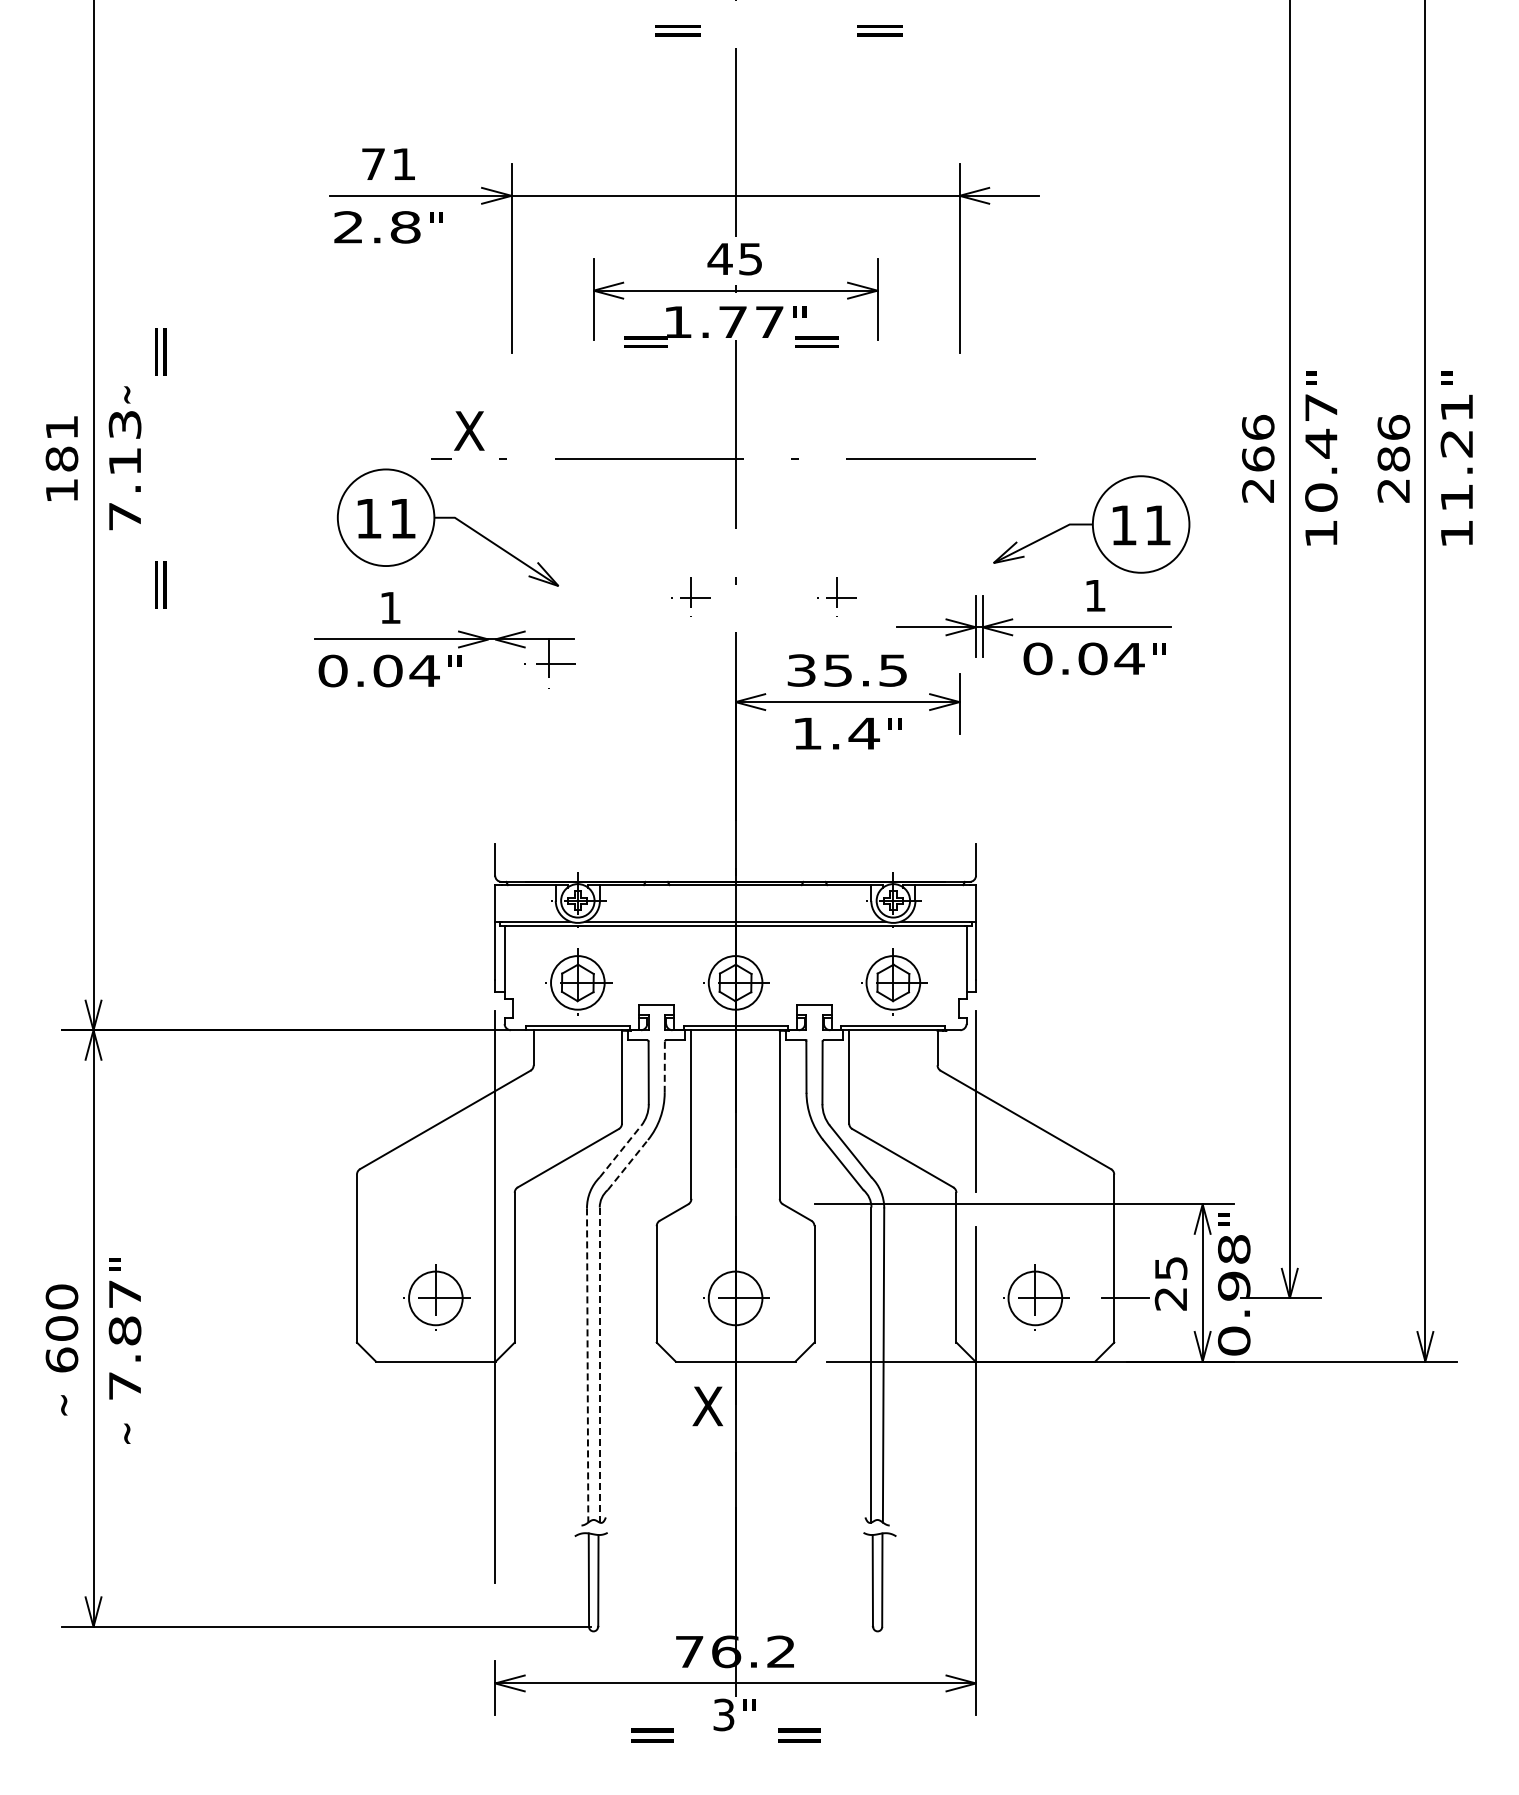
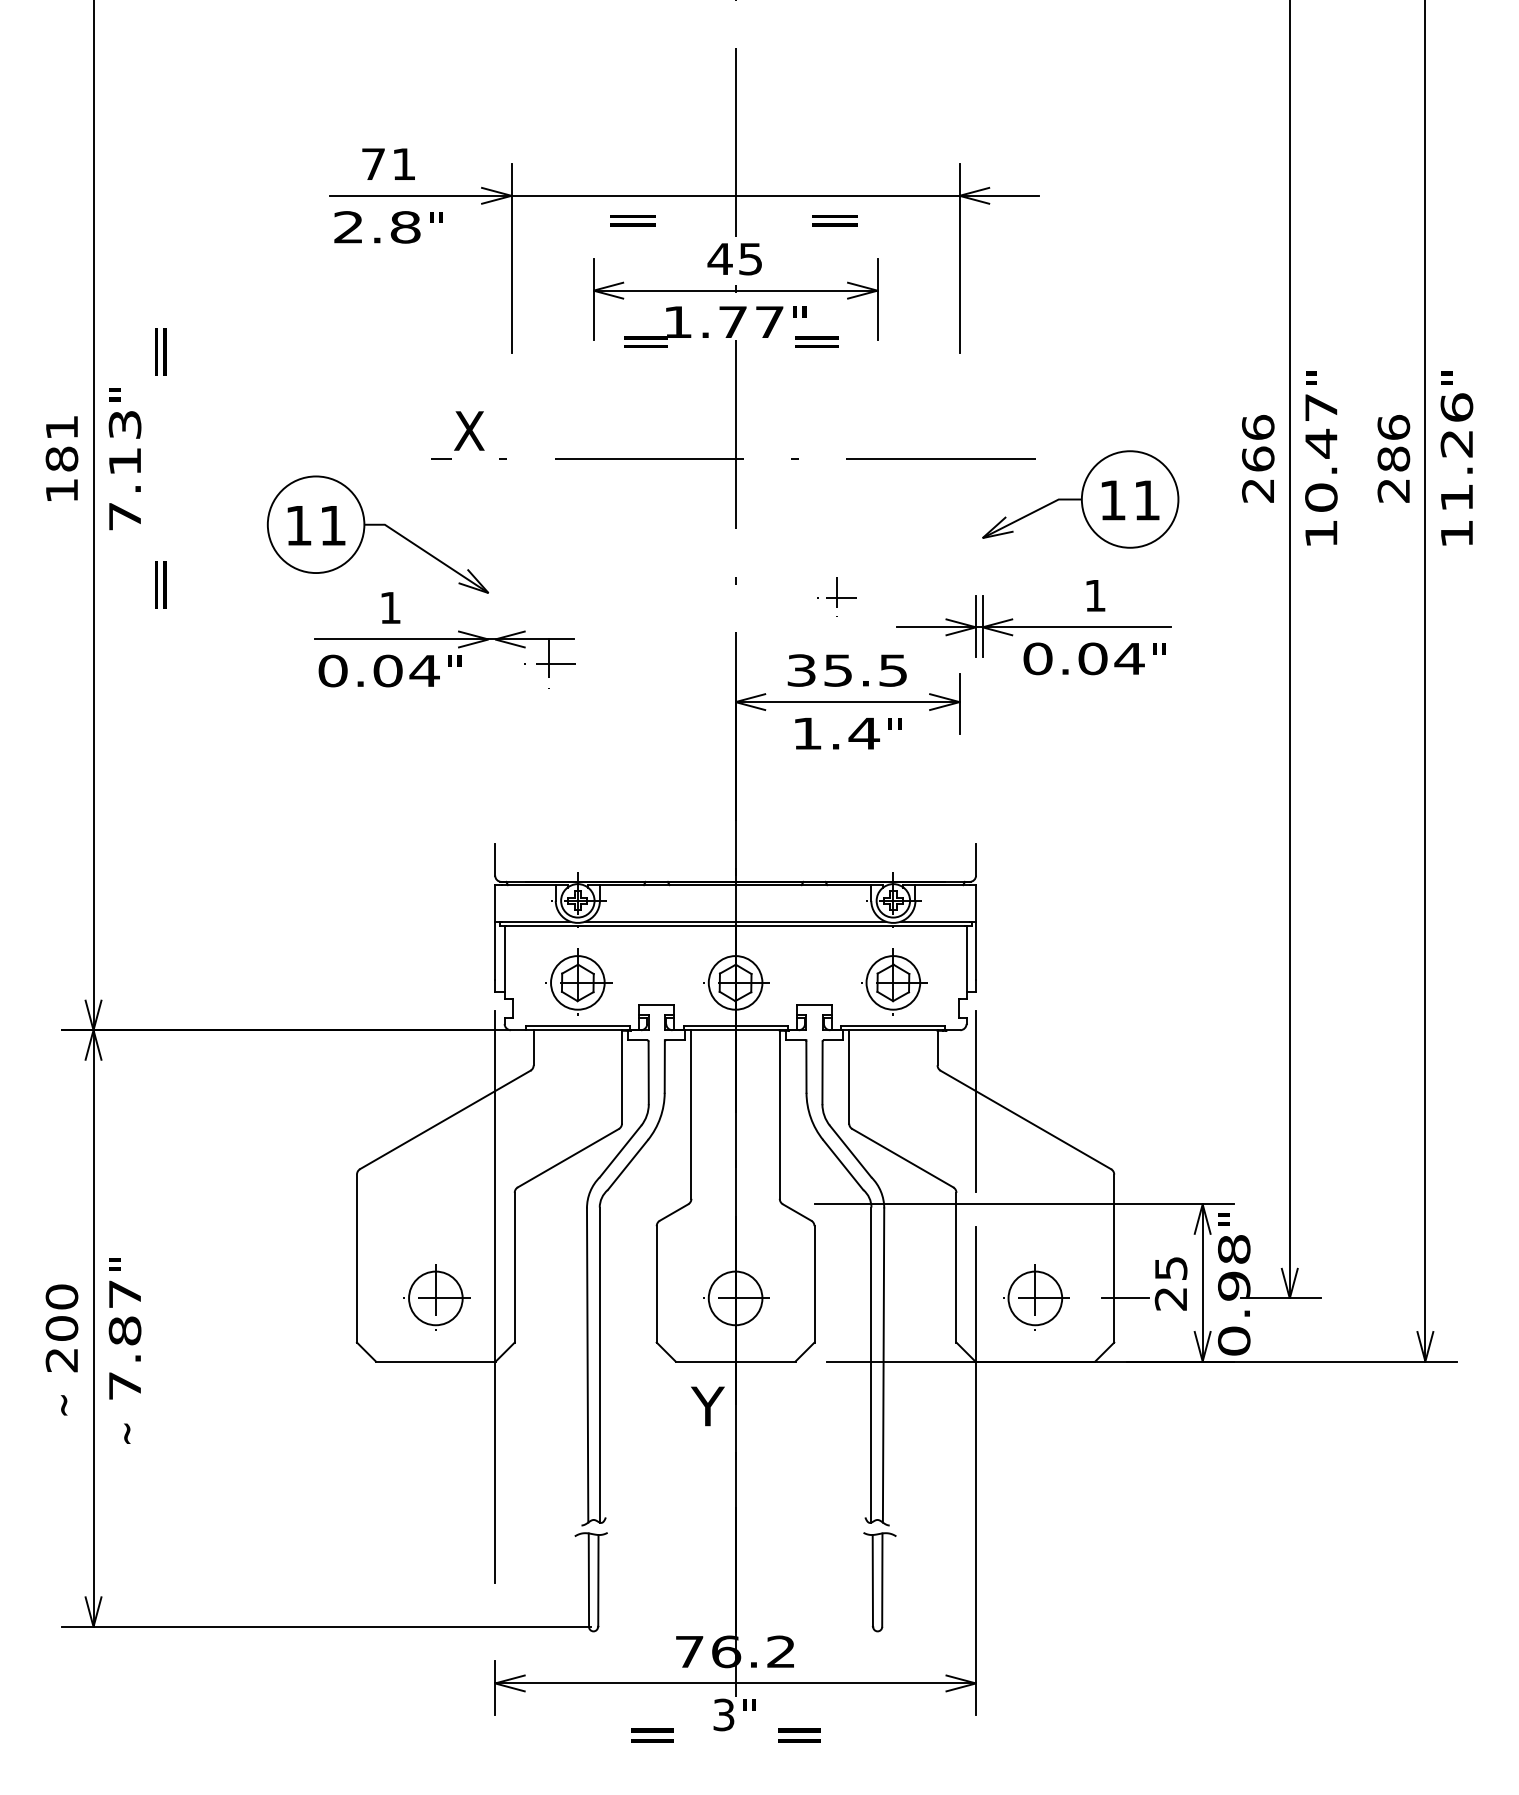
text at (778, 30) position: (778, 30) -> (733, 220)
text at (119, 394): ~ -> "
text at (1456, 407): 11.21 -> 11.26
part at (447, 518) position: (447, 518) -> (377, 525)
part at (1091, 524) position: (1091, 524) -> (1080, 499)
part at (690, 596): present -> none
line at (664, 1065): dashed -> solid
line at (620, 1151): dashed -> solid
line at (628, 1164): dashed -> solid
text at (61, 1359): 600 -> 200
line at (587, 1365): dashed -> solid
line at (599, 1365): dashed -> solid
text at (707, 1406): X -> Y
